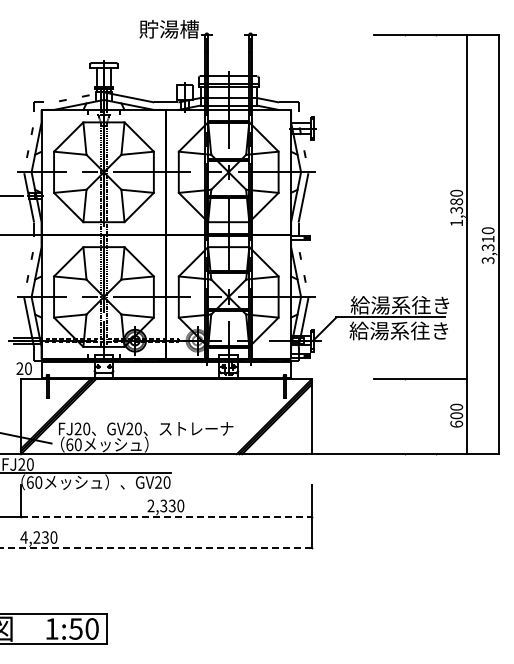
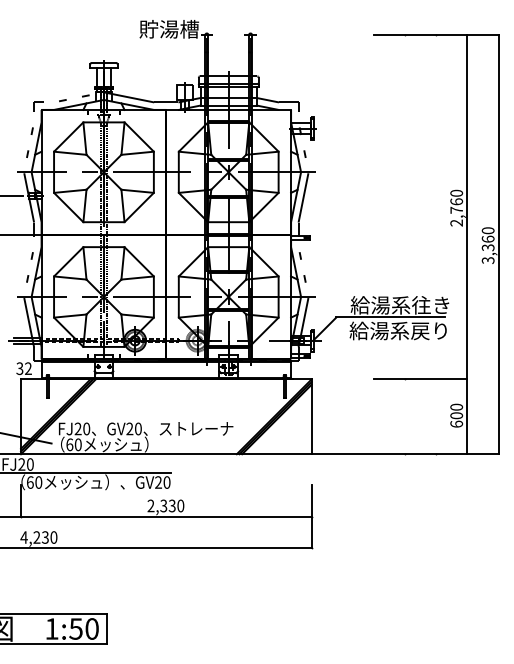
text at (456, 212): 1,380 -> 2,760
text at (487, 238): 3,310 -> 3,360
text at (428, 330): 給湯系往き -> 給湯系戻り
text at (23, 368): 20 -> 32
line at (166, 516): dashed -> solid
line at (155, 547): dashed -> solid
